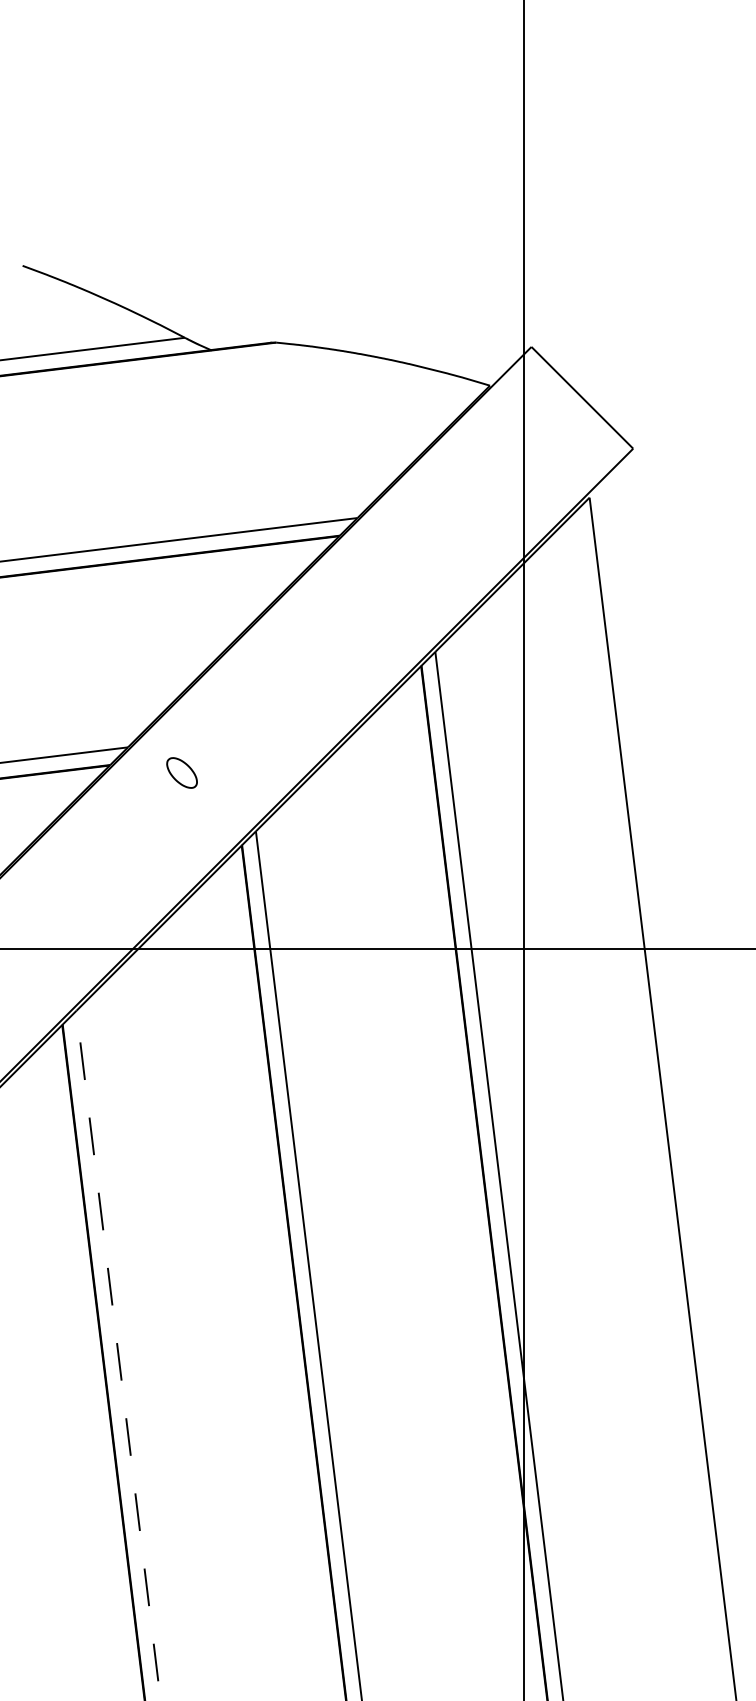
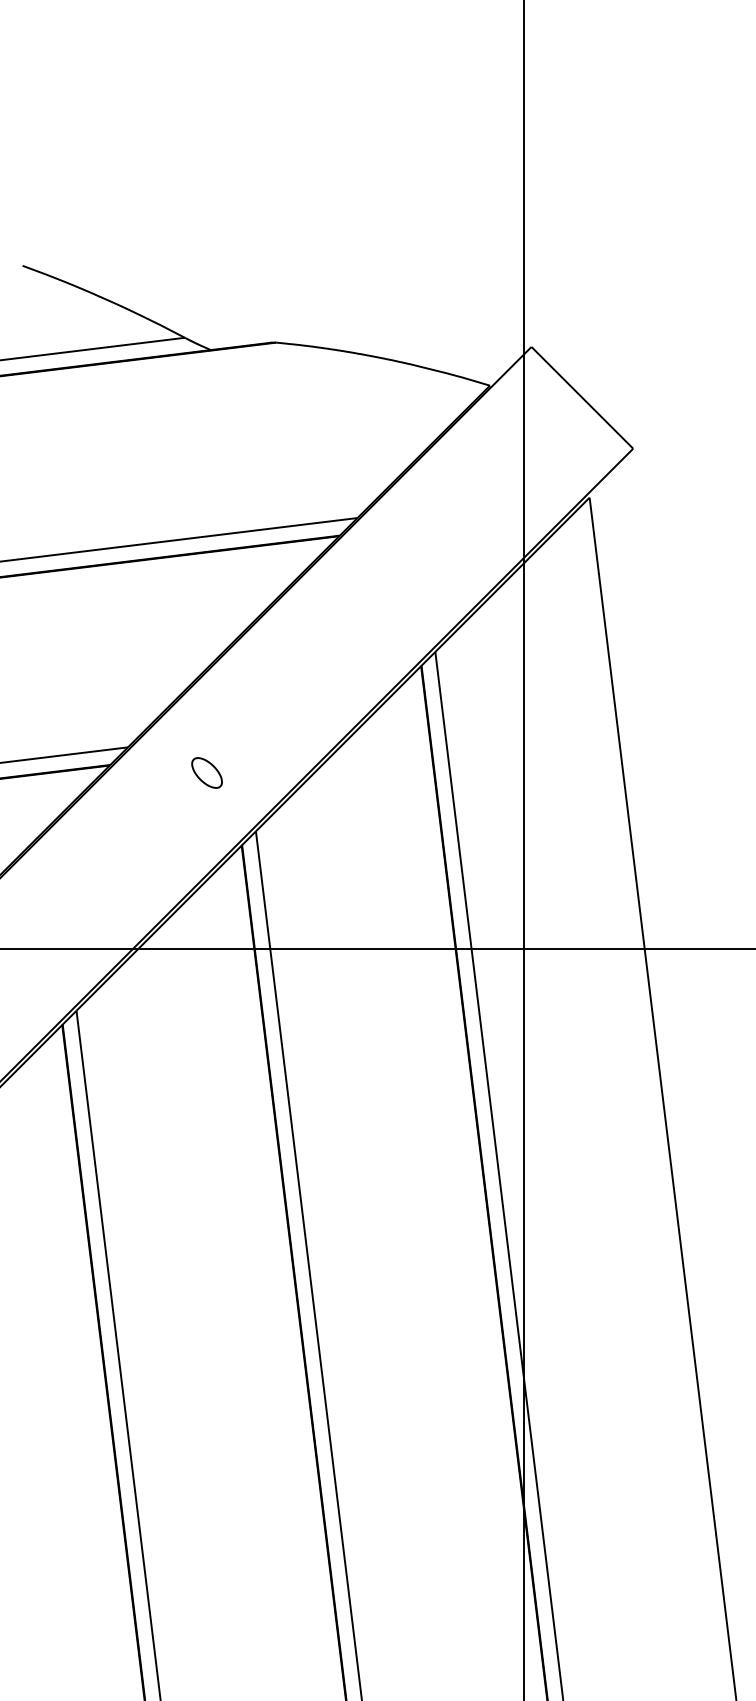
part at (181, 772) position: (181, 772) -> (206, 772)
line at (118, 1355): dashed -> solid
